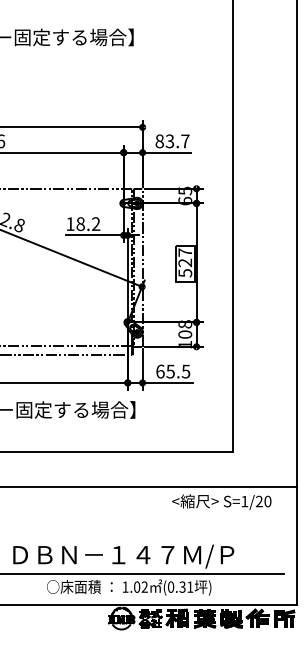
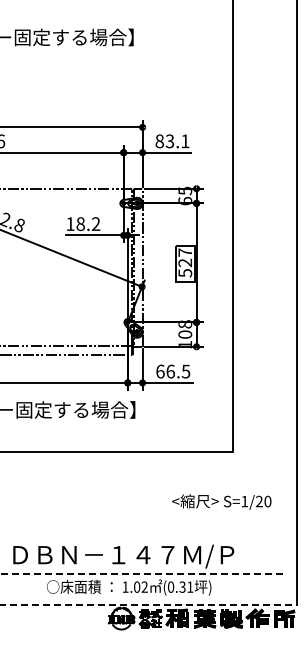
text at (185, 141): 83.7 -> 83.1
text at (170, 371): 65.5 -> 66.5
line at (149, 487): present -> none
line at (142, 573): solid -> dashed
line at (149, 604): solid -> dashed
